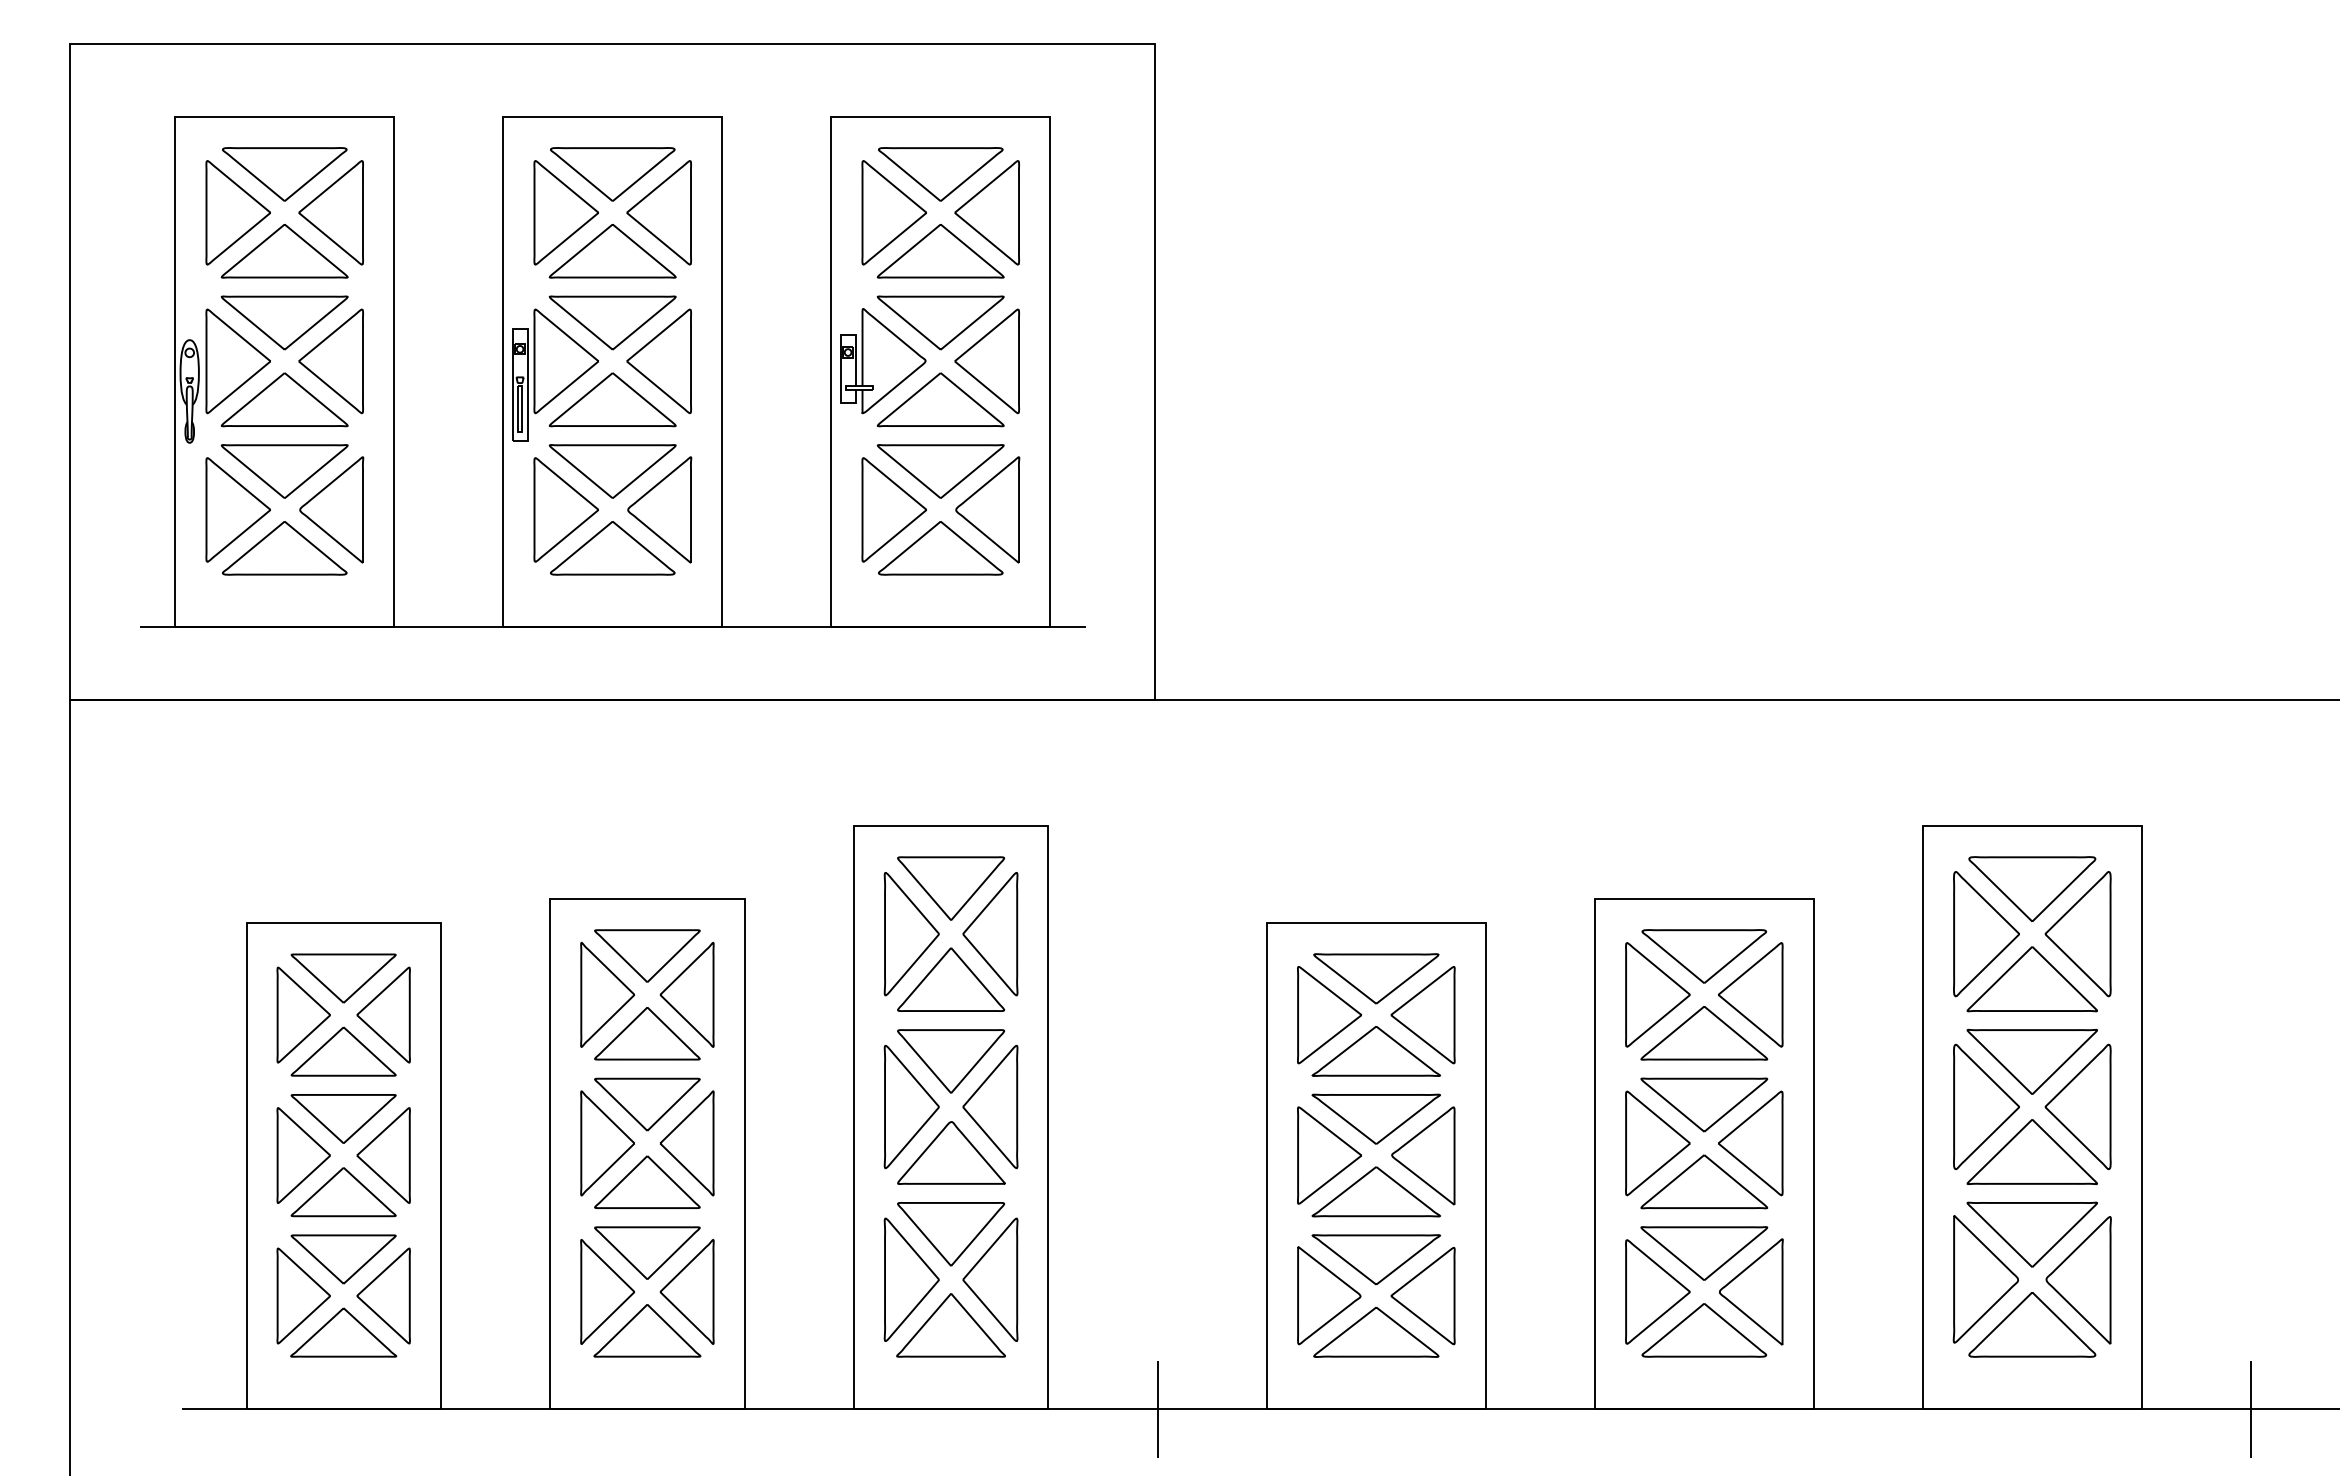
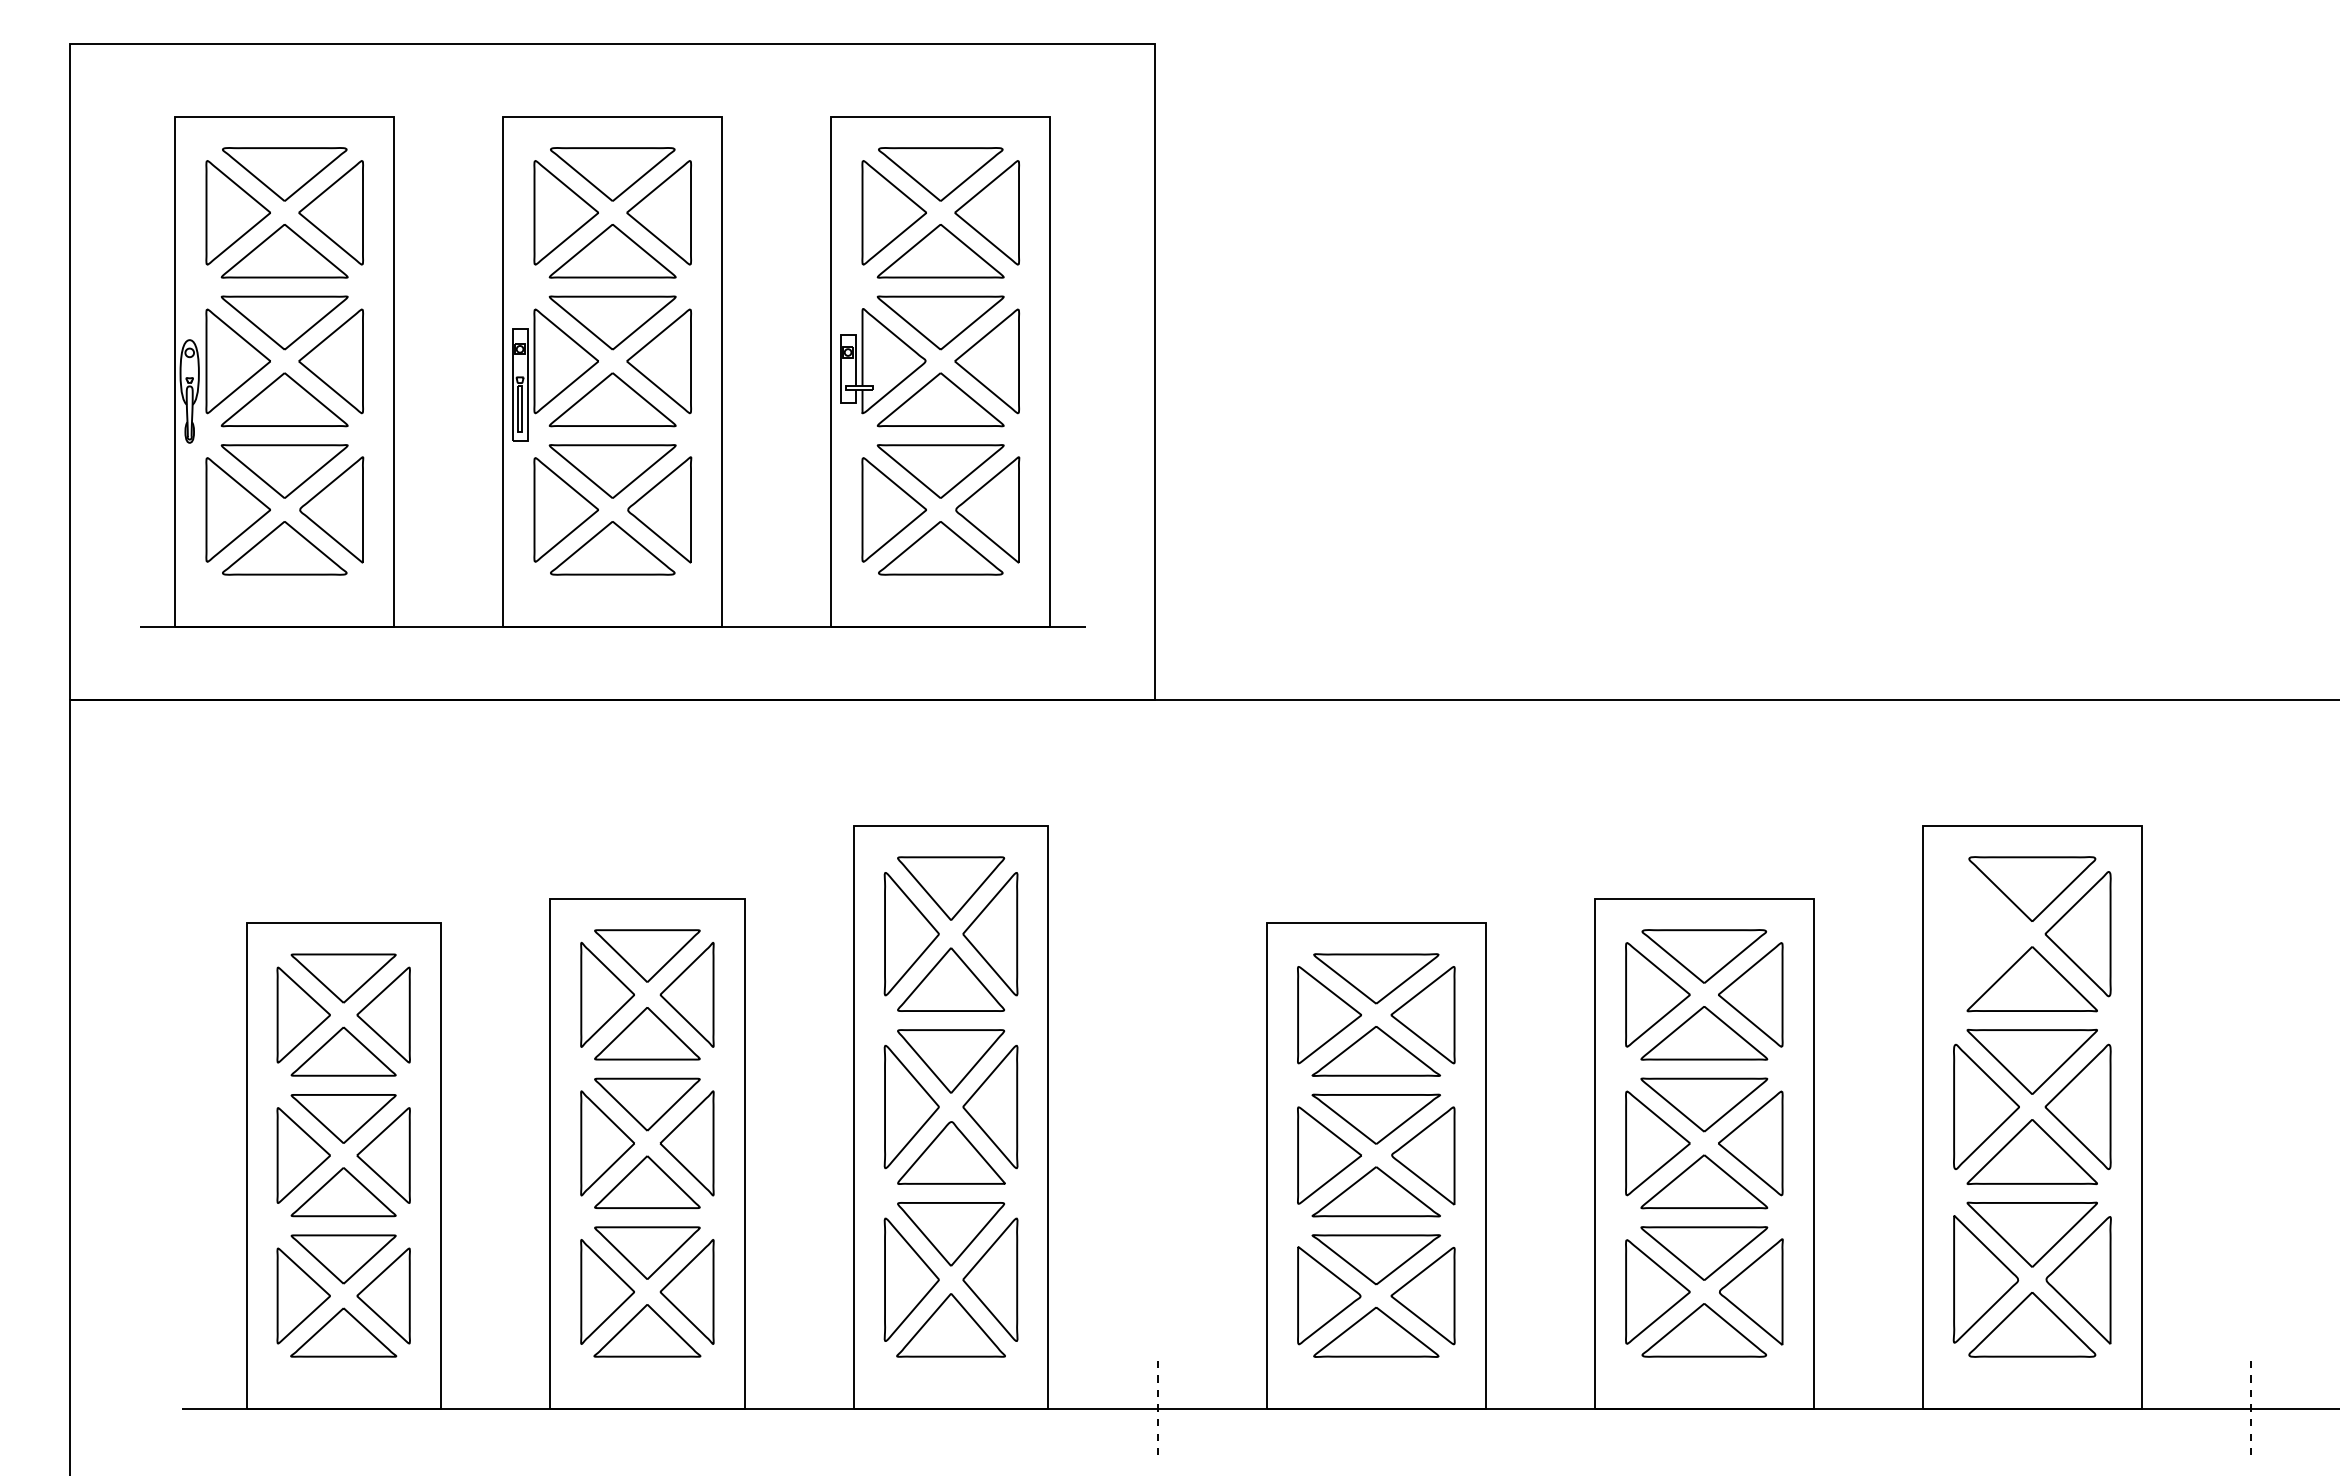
part at (1986, 934): present -> none
line at (1157, 1409): solid -> dashed
line at (2251, 1409): solid -> dashed
